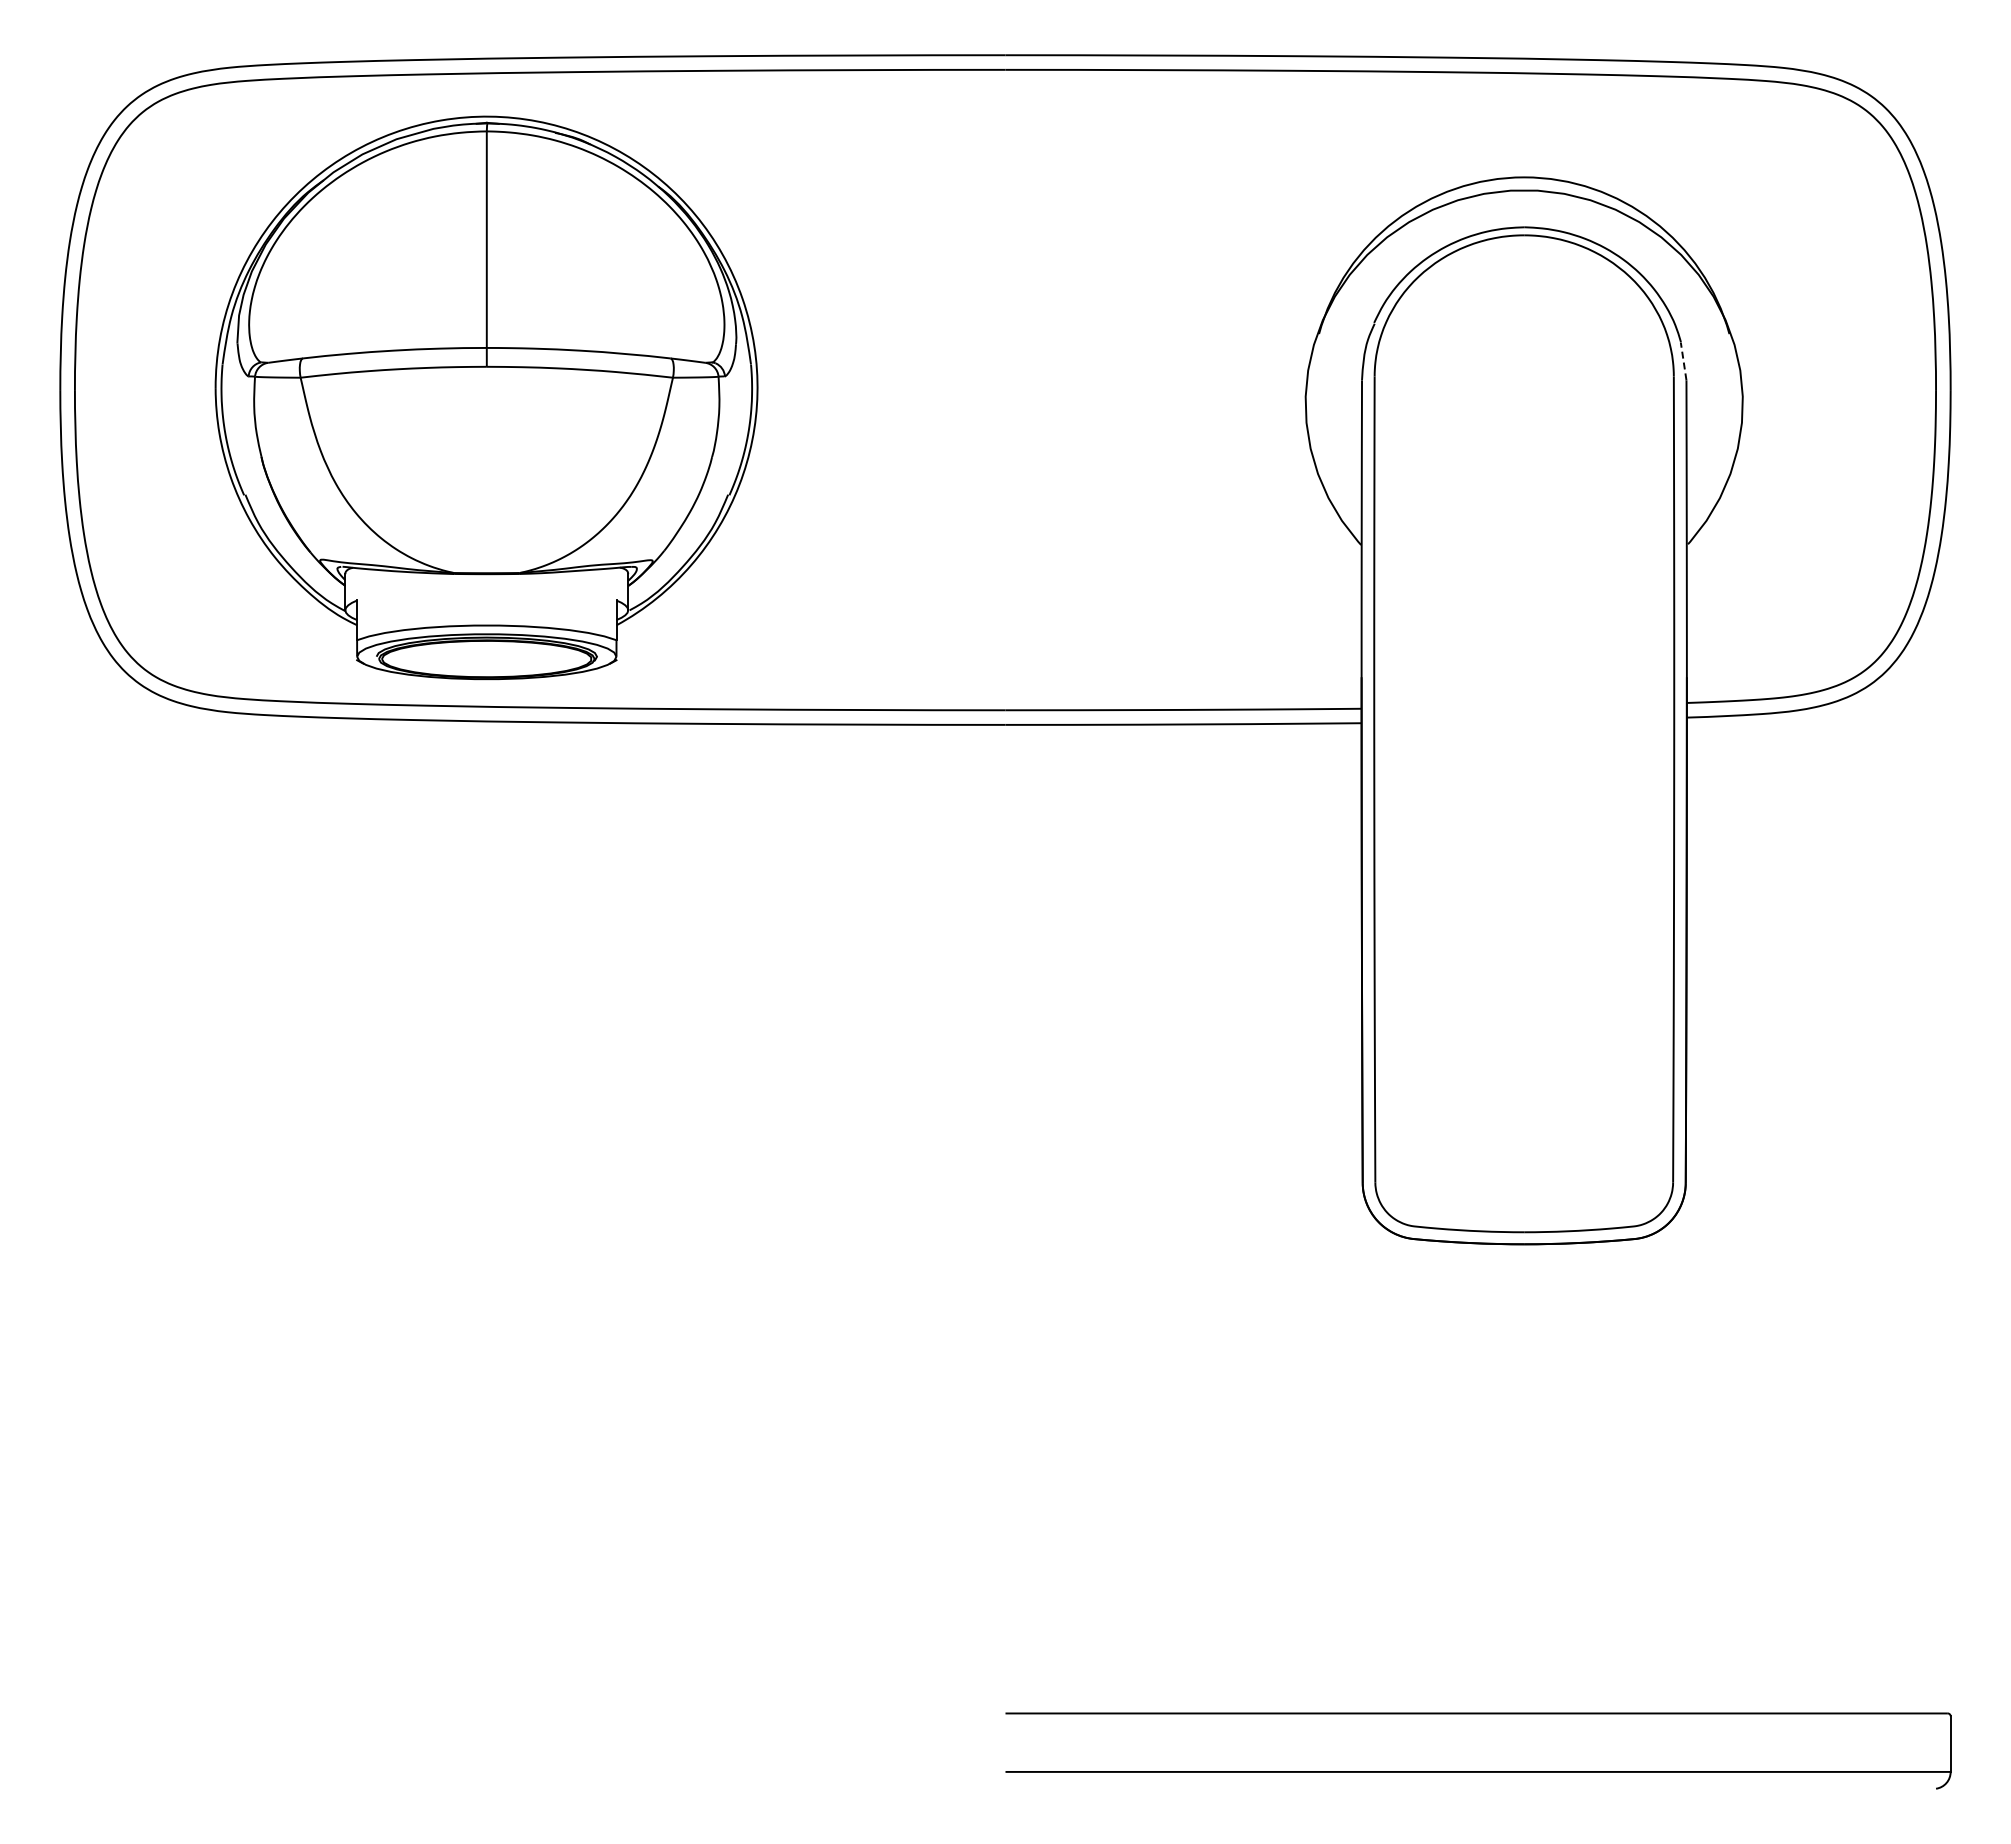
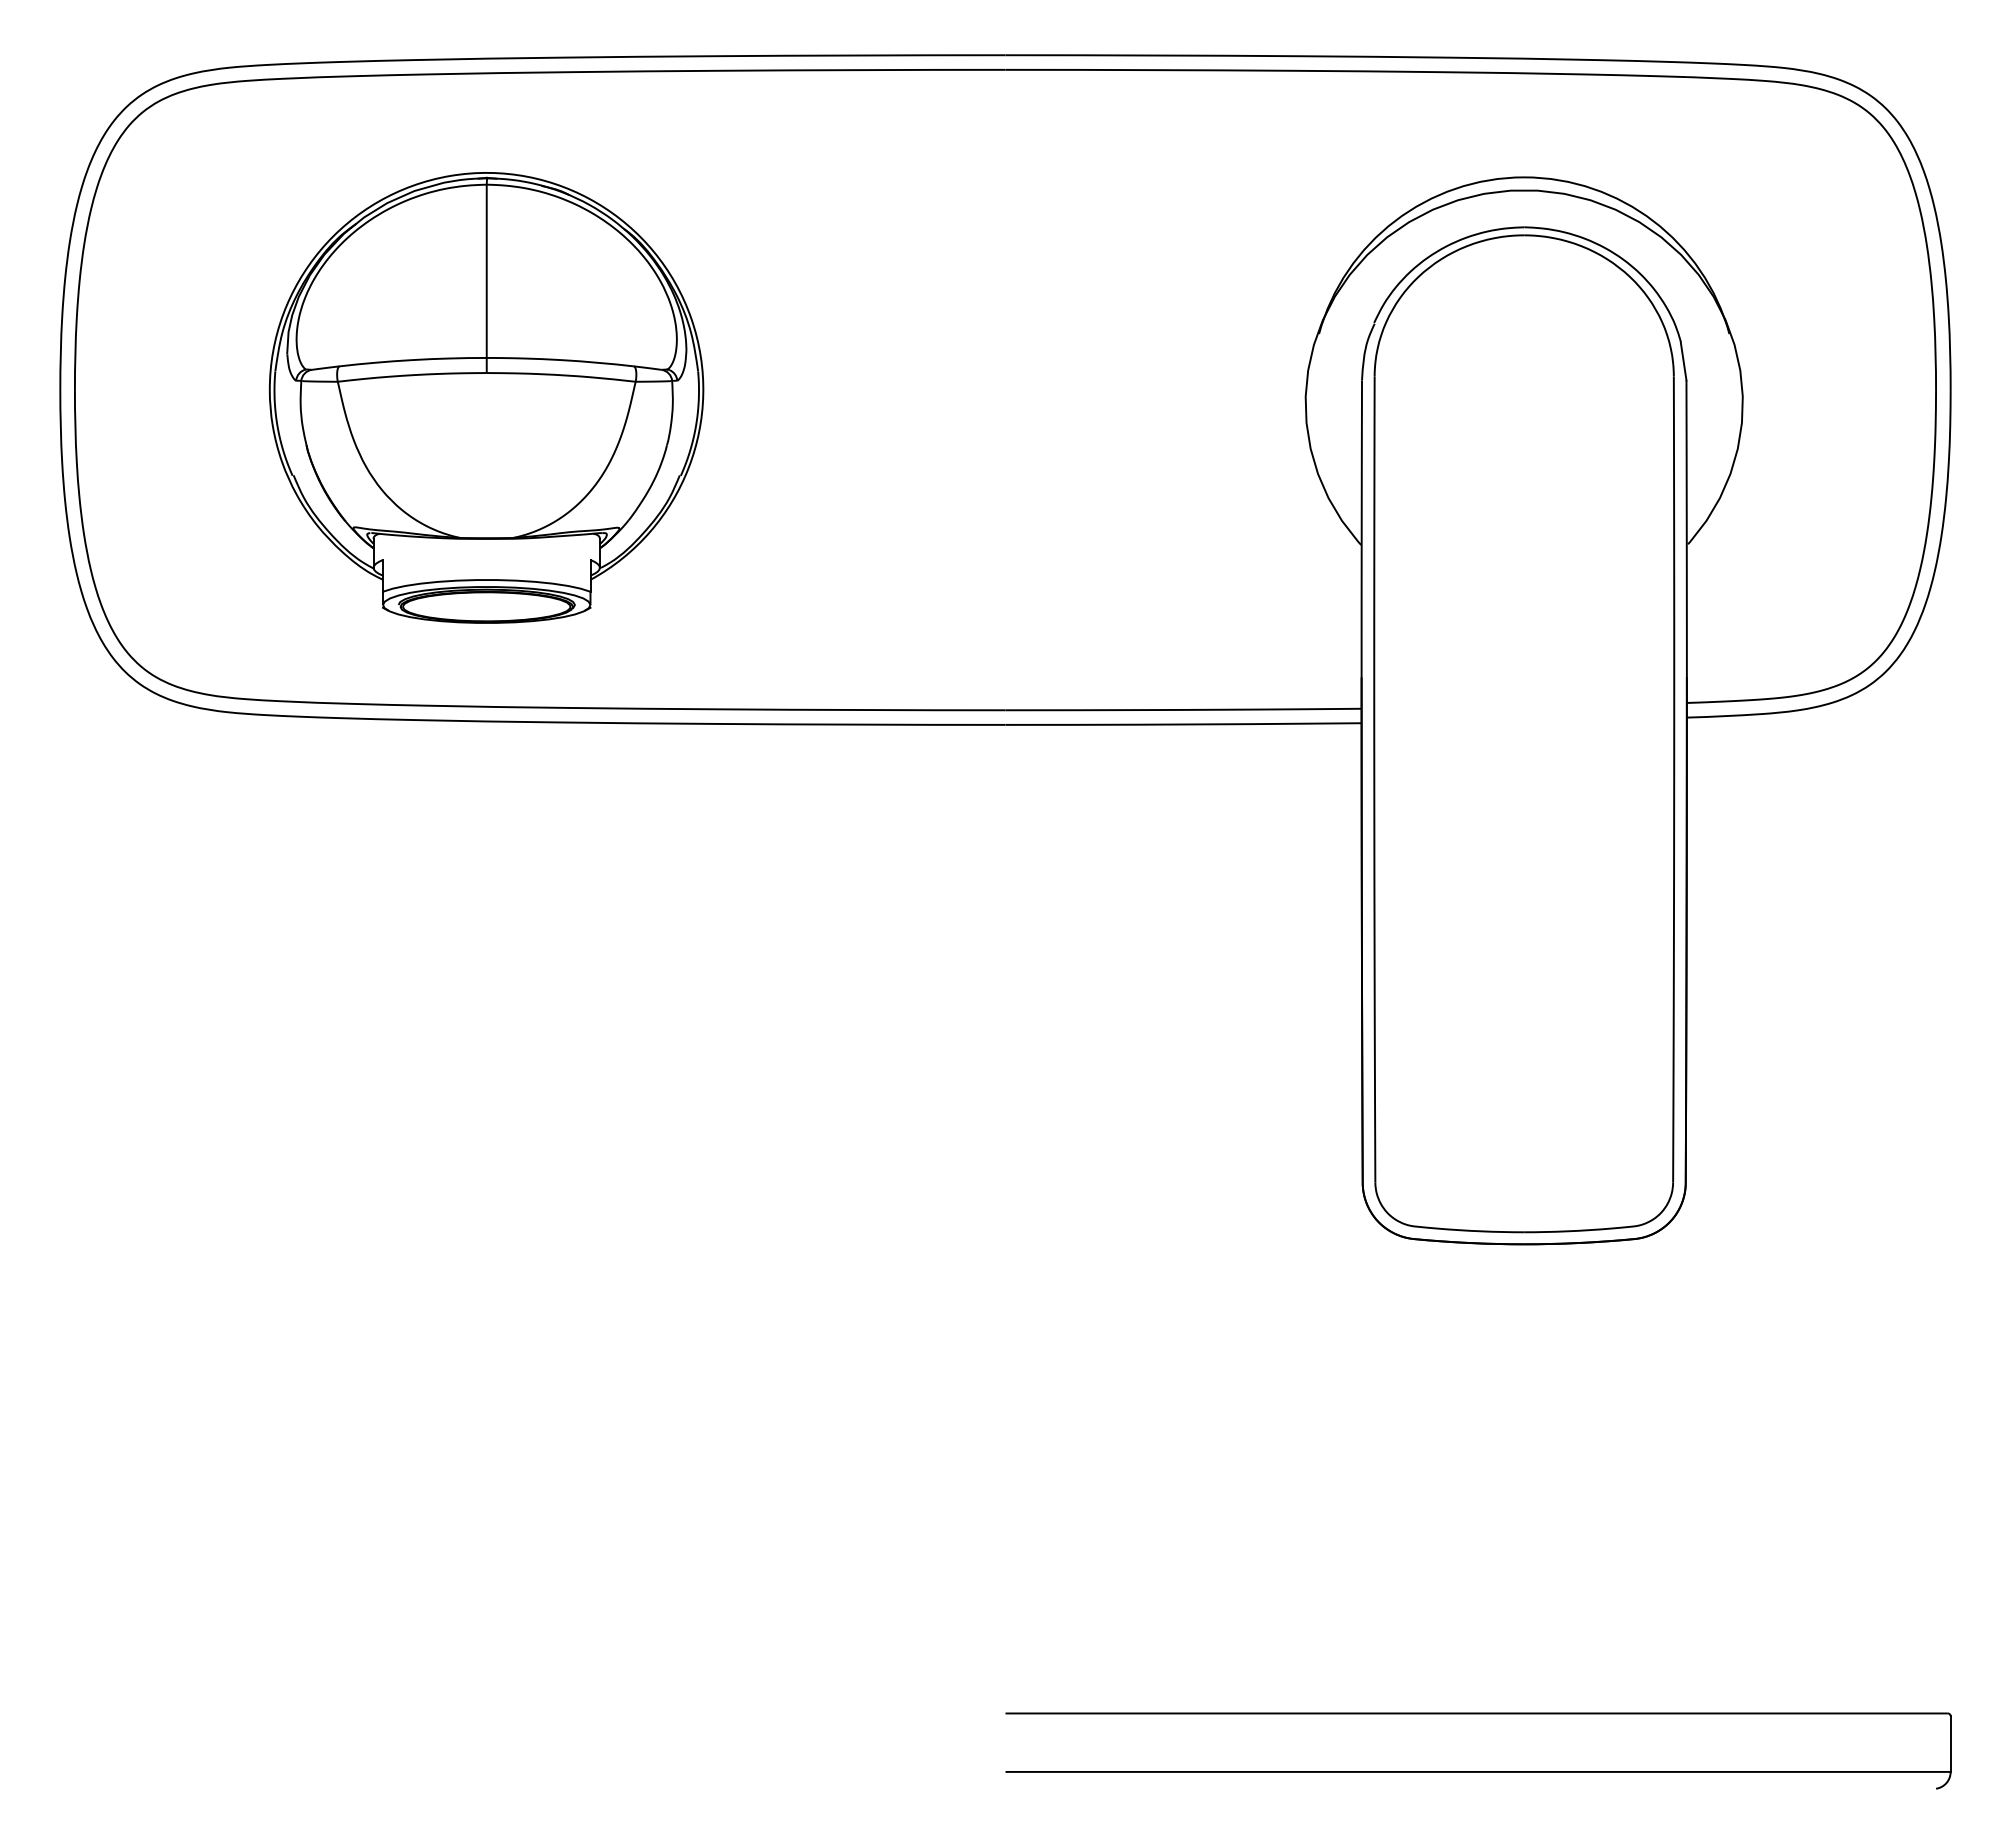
line at (1683, 360): dashed -> solid
part at (486, 397) size: 545x566 px -> 437x452 px
